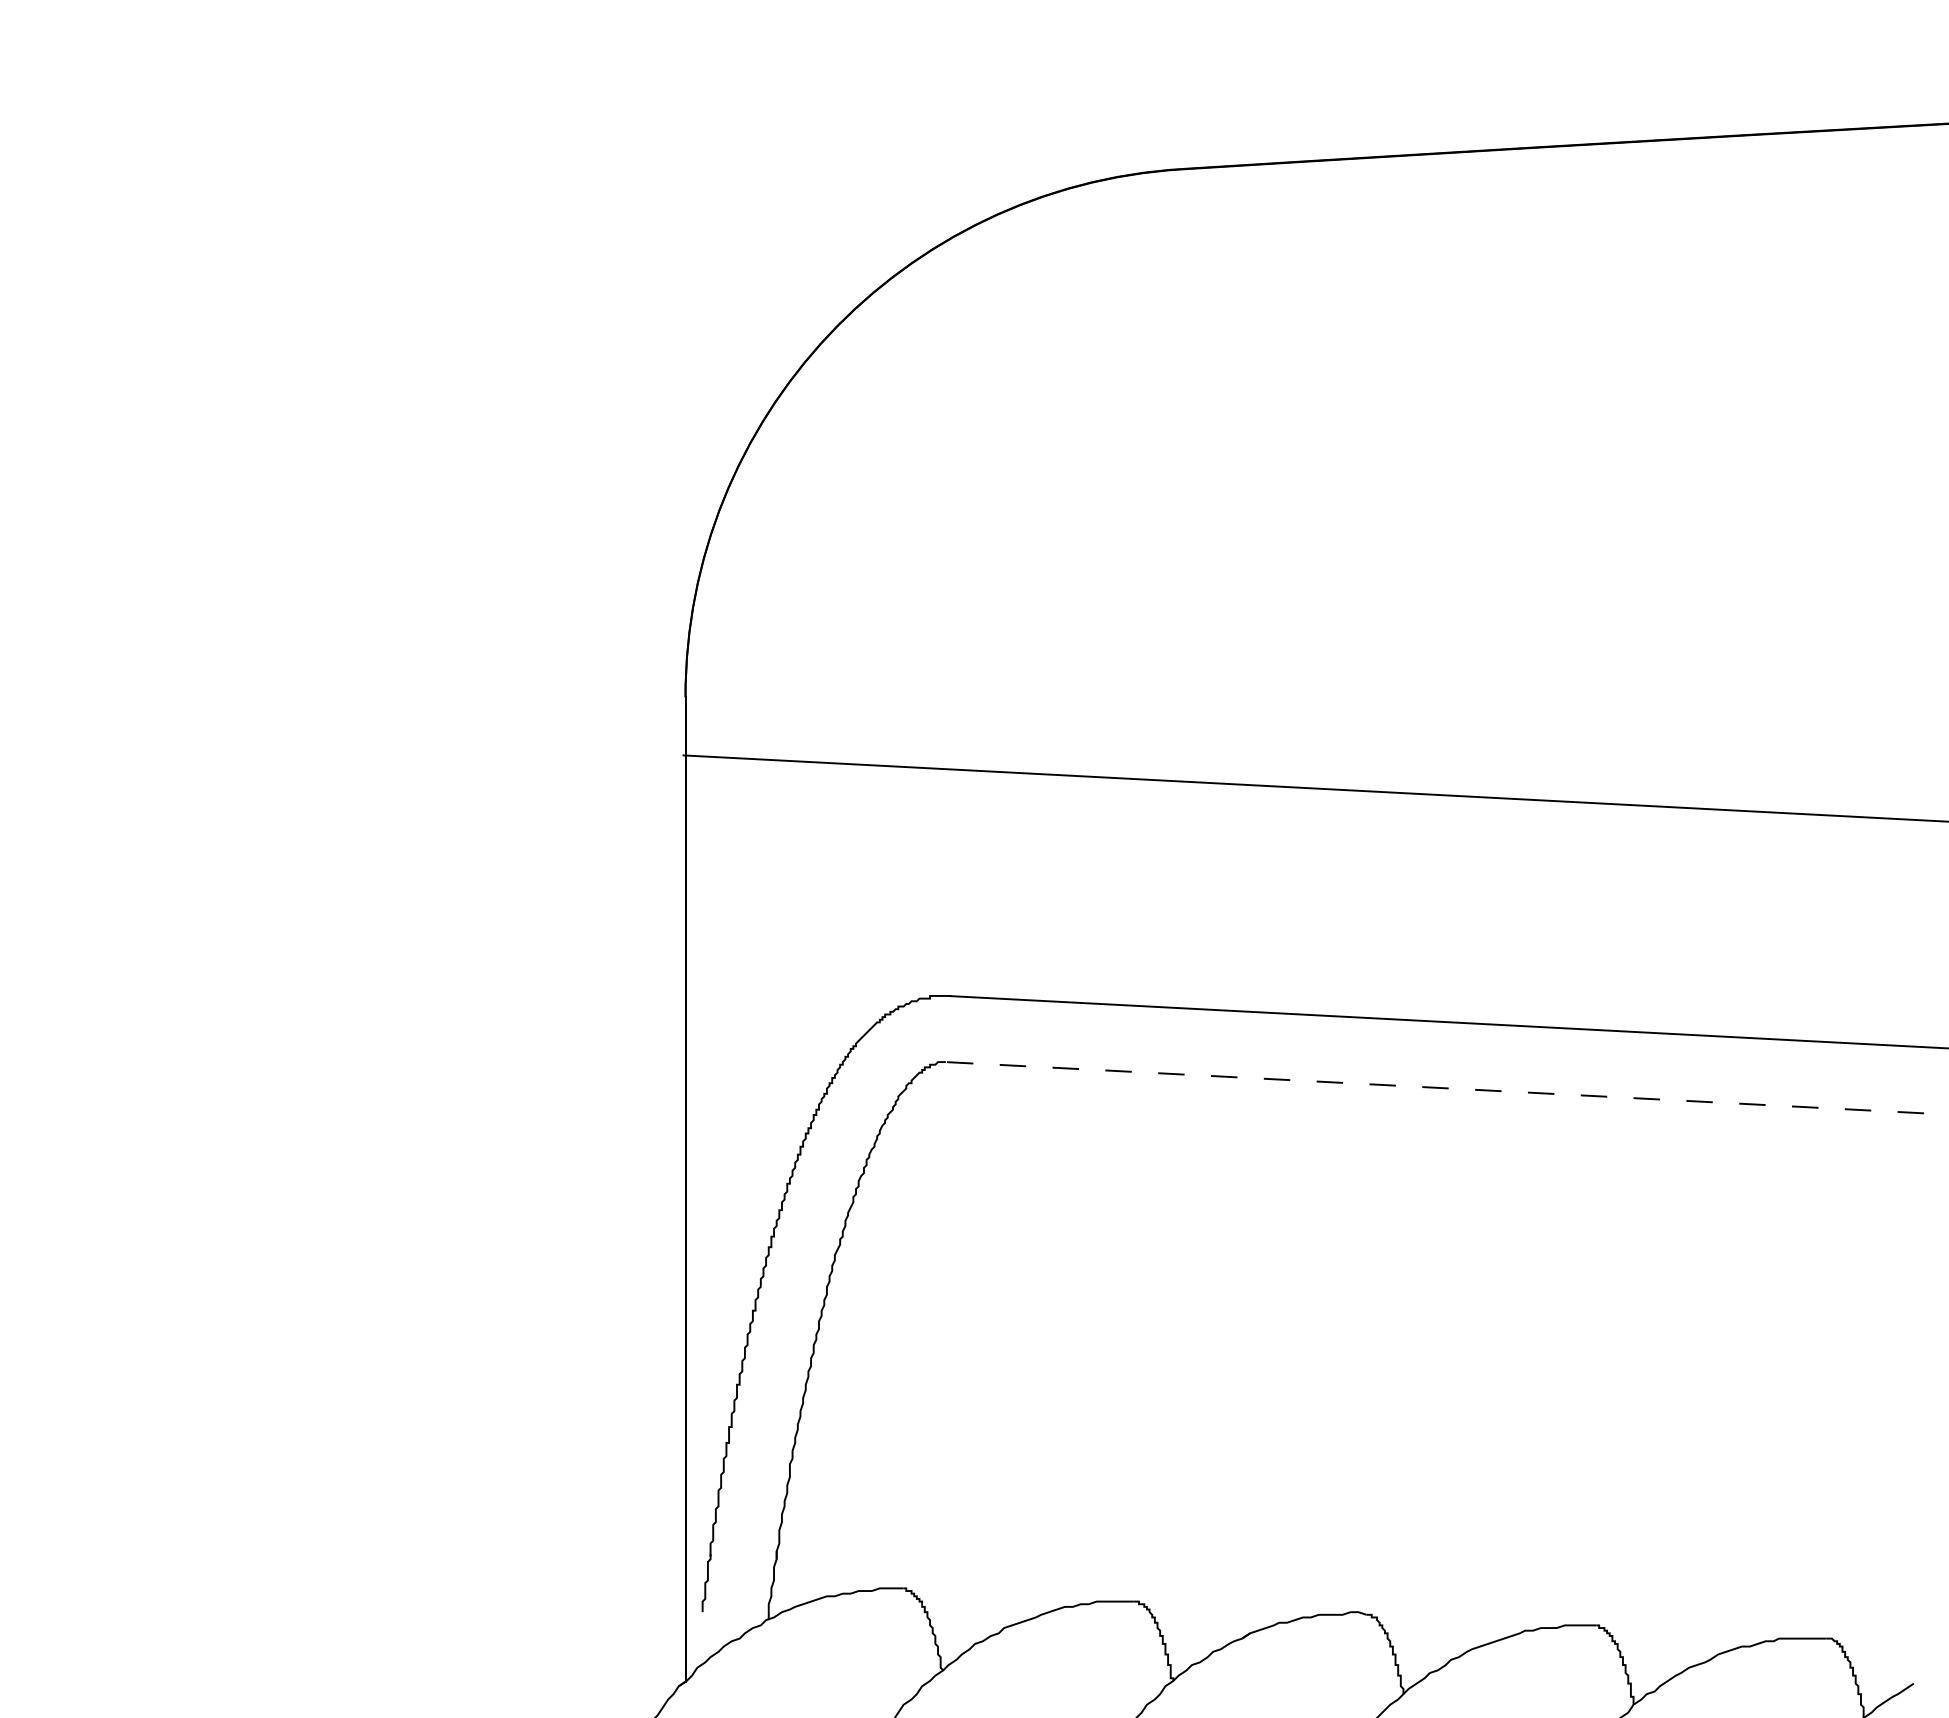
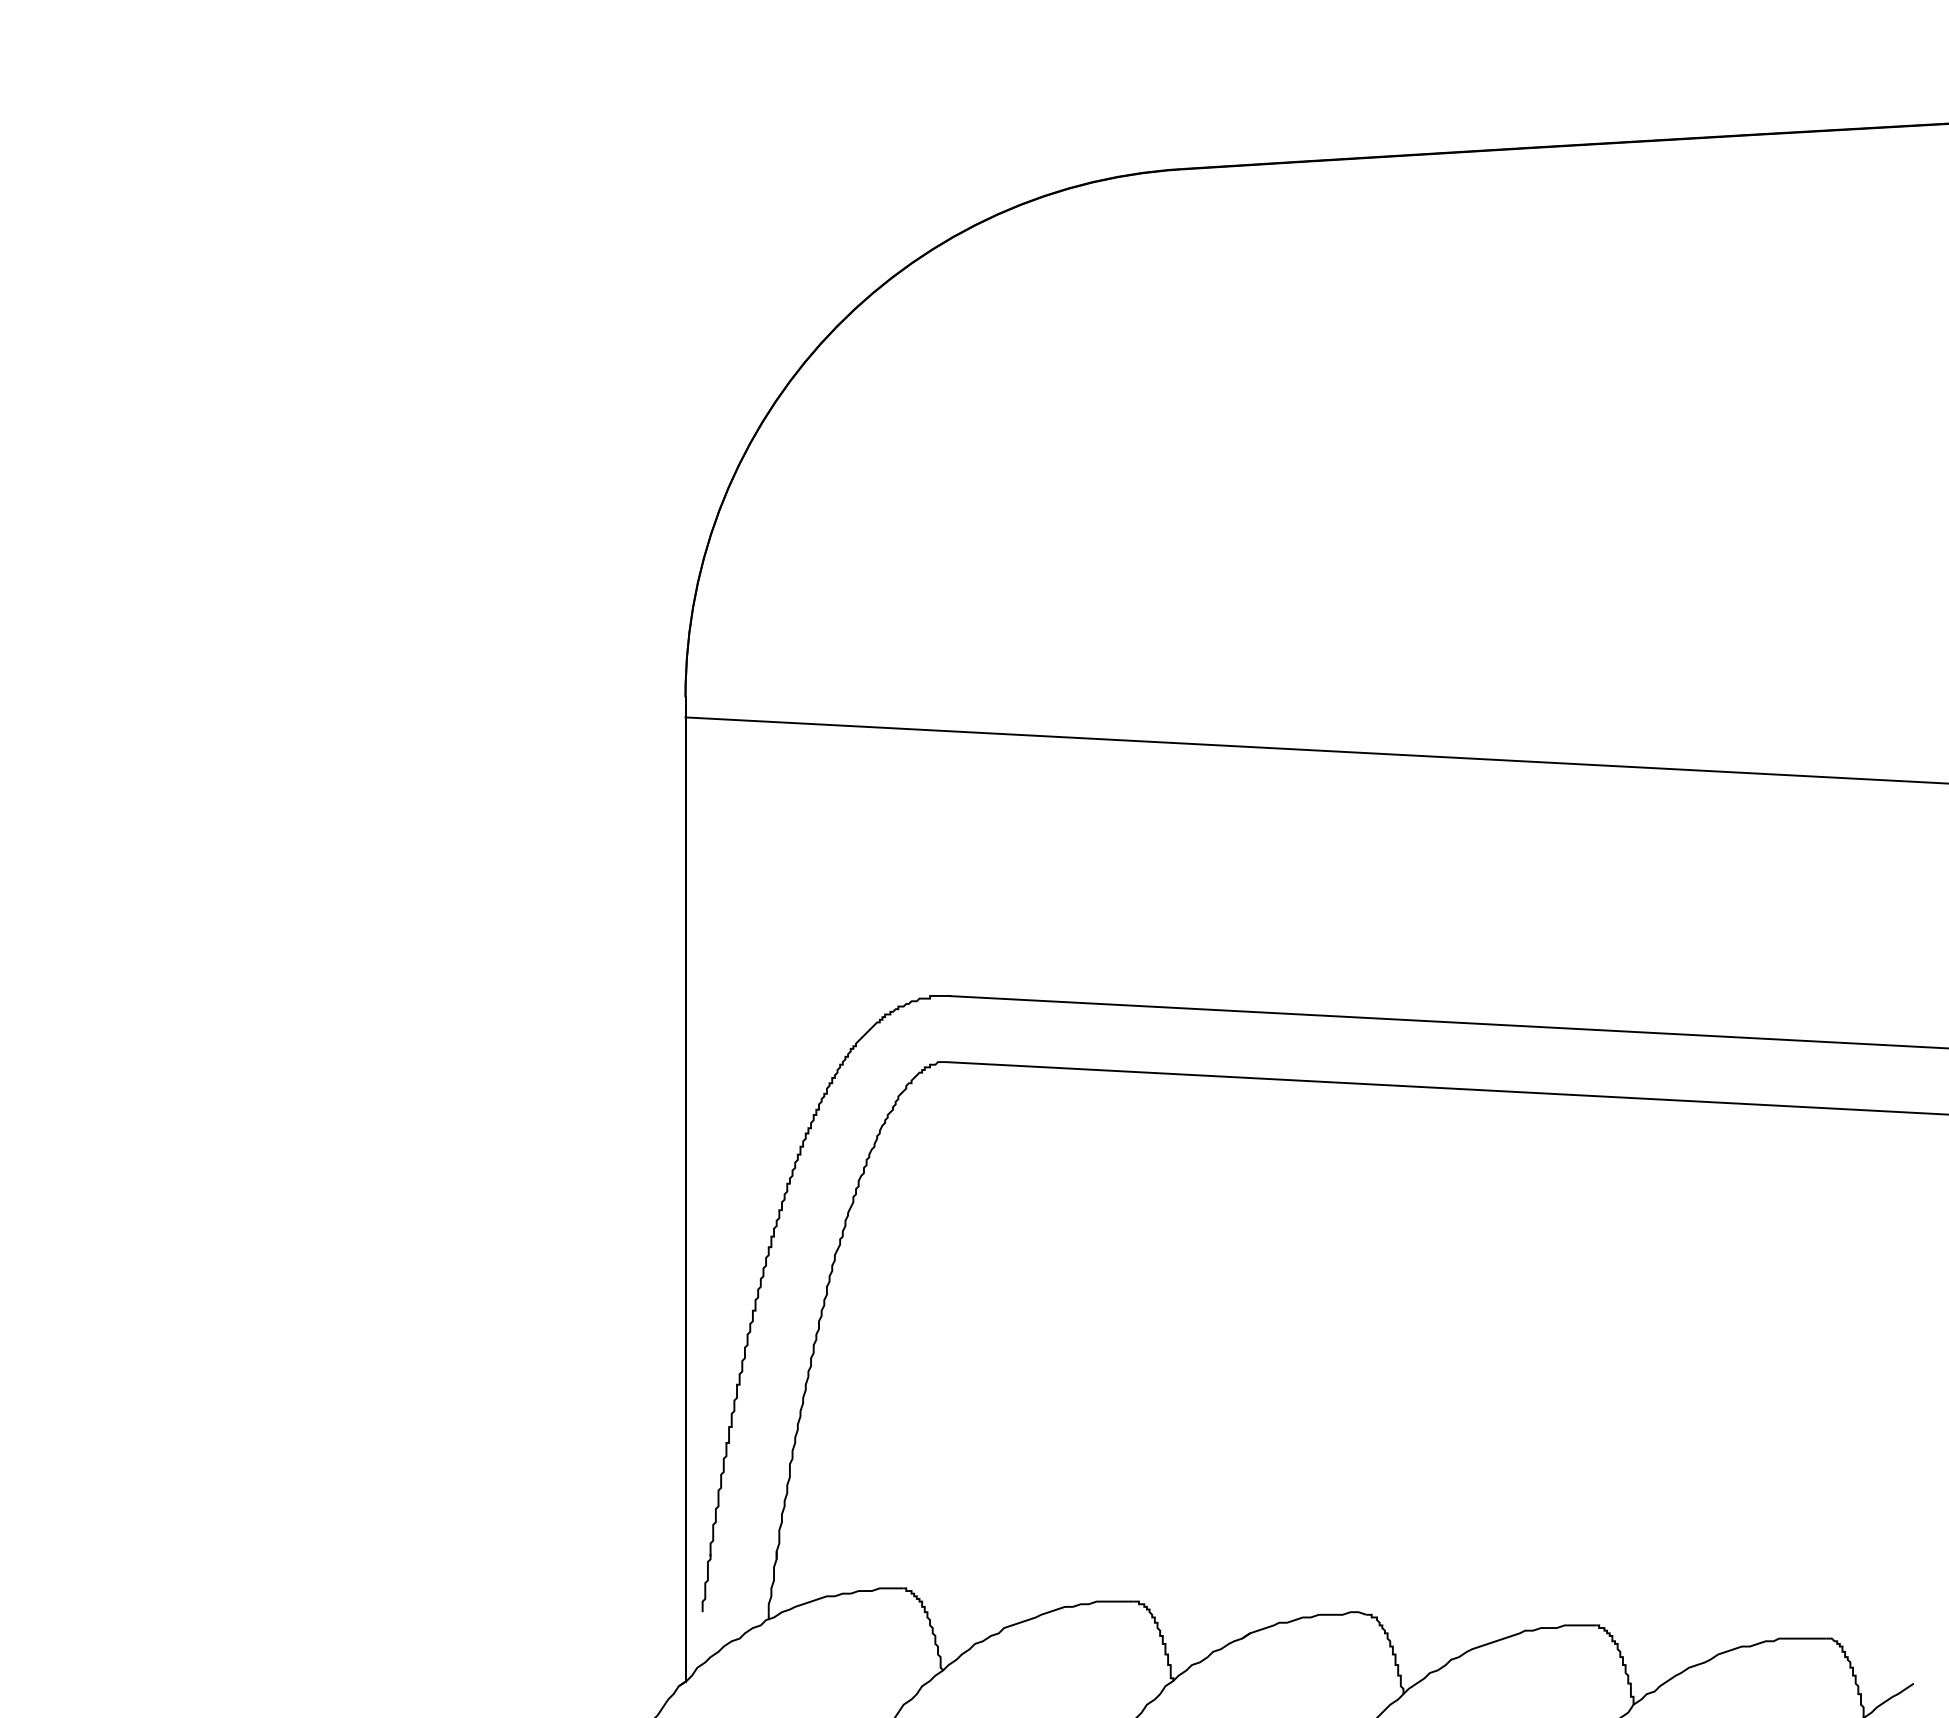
line at (1314, 788) position: (1314, 788) -> (1315, 750)
line at (1448, 1088): dashed -> solid
